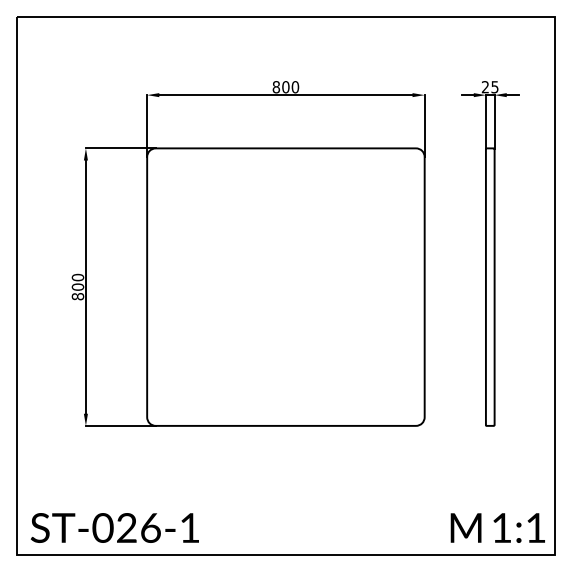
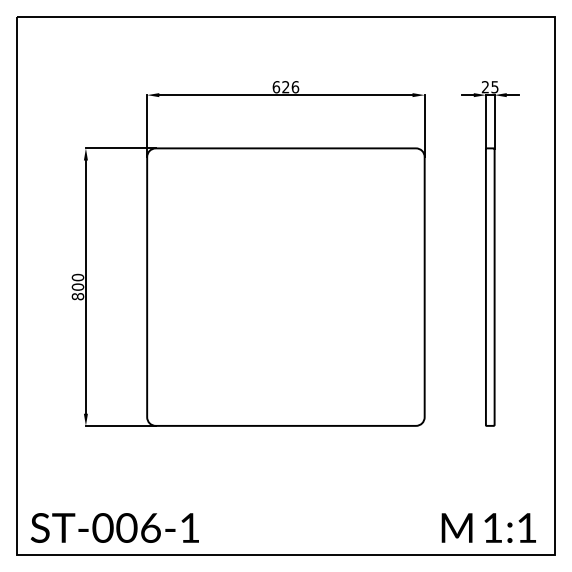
text at (285, 87): 800 -> 626
text at (126, 527): ST-026-1 -> ST-006-1
text at (497, 527) position: (497, 527) -> (488, 527)
